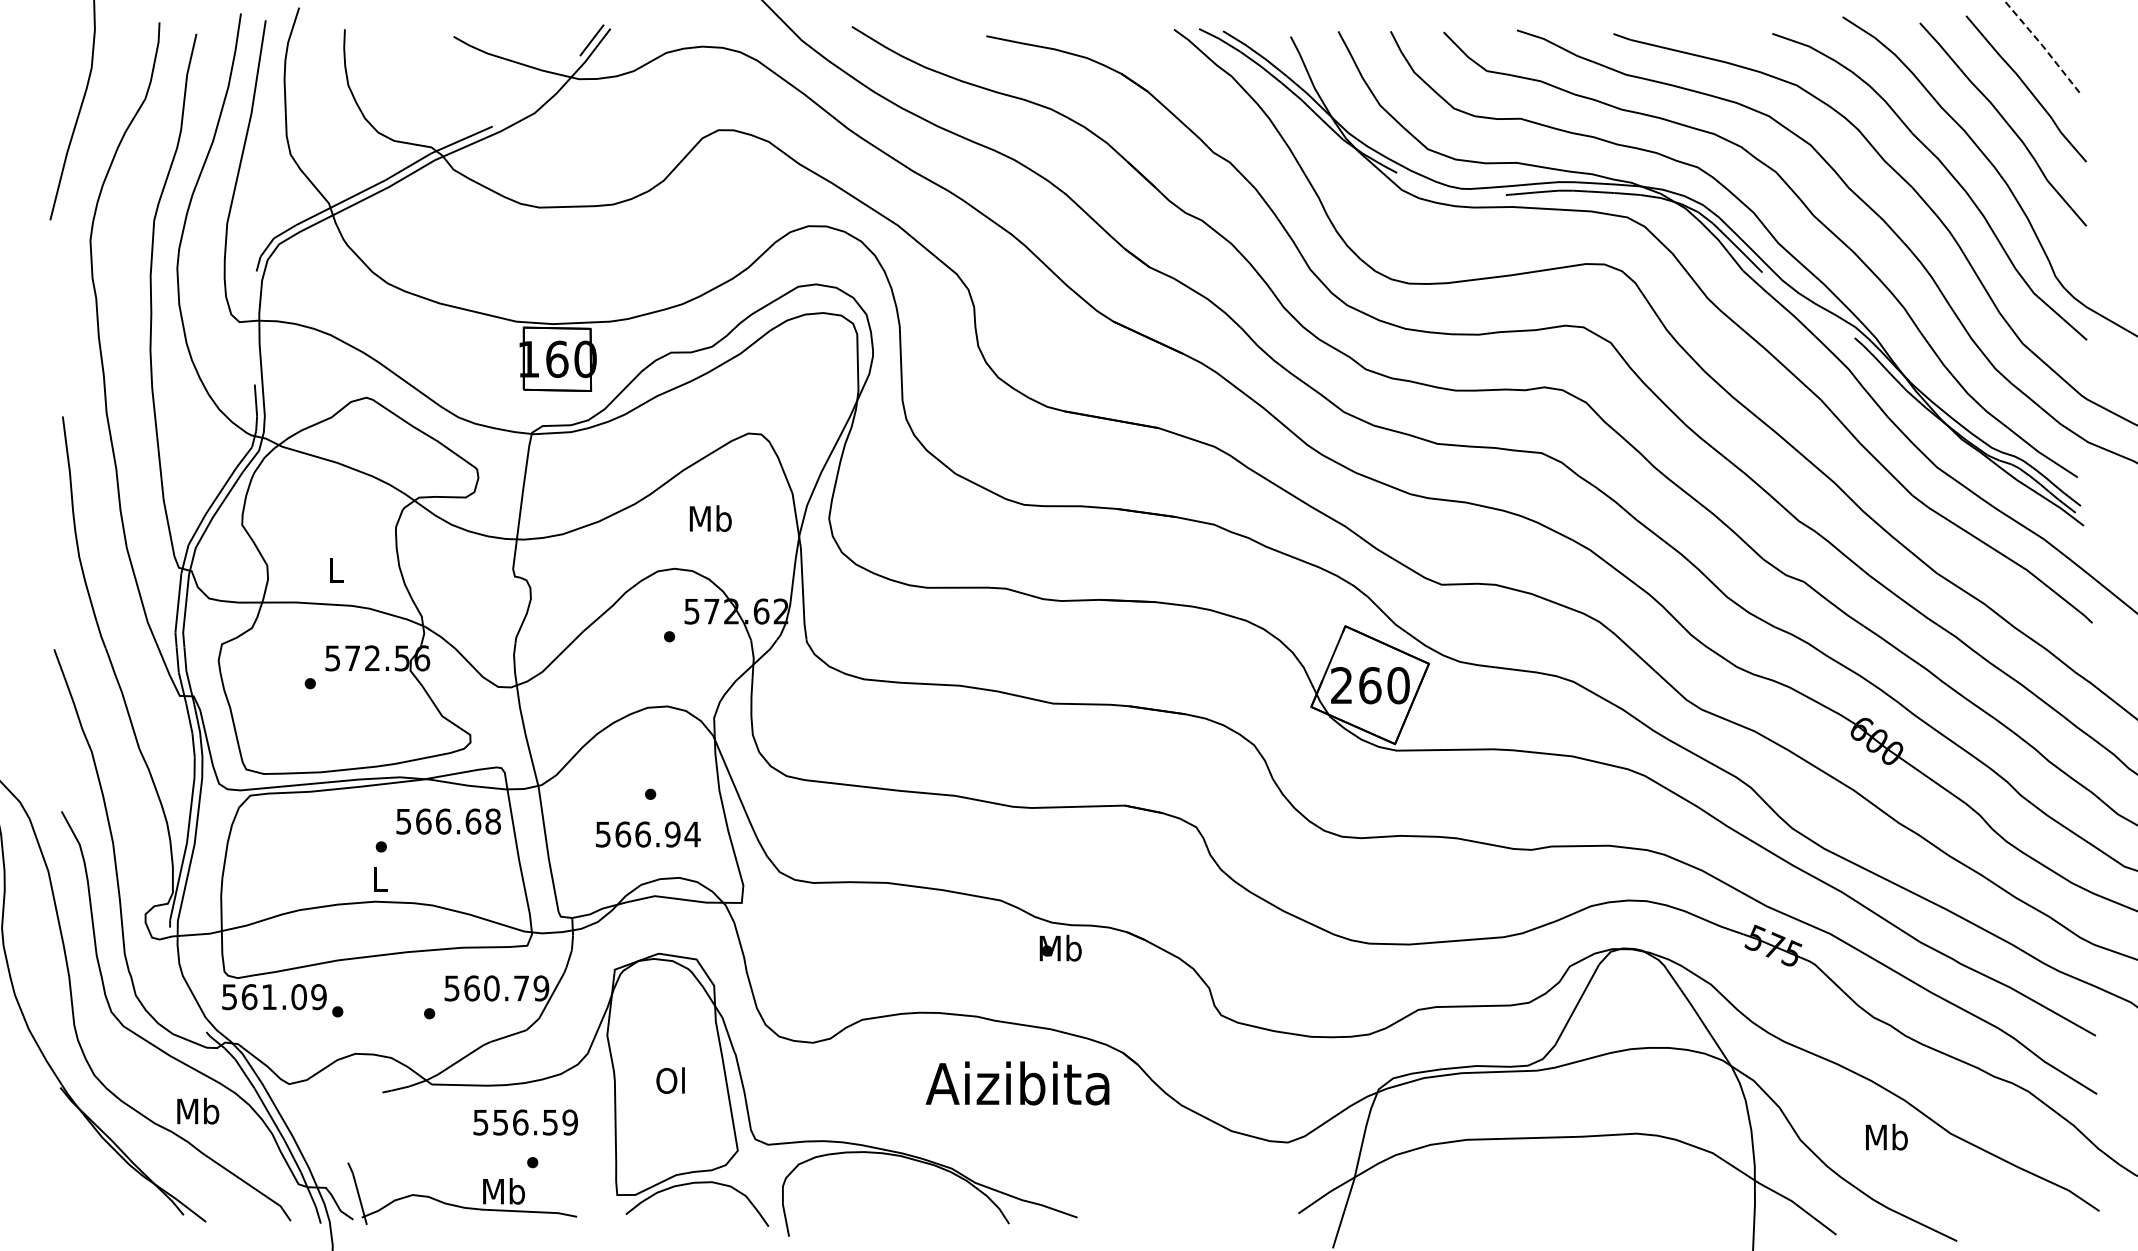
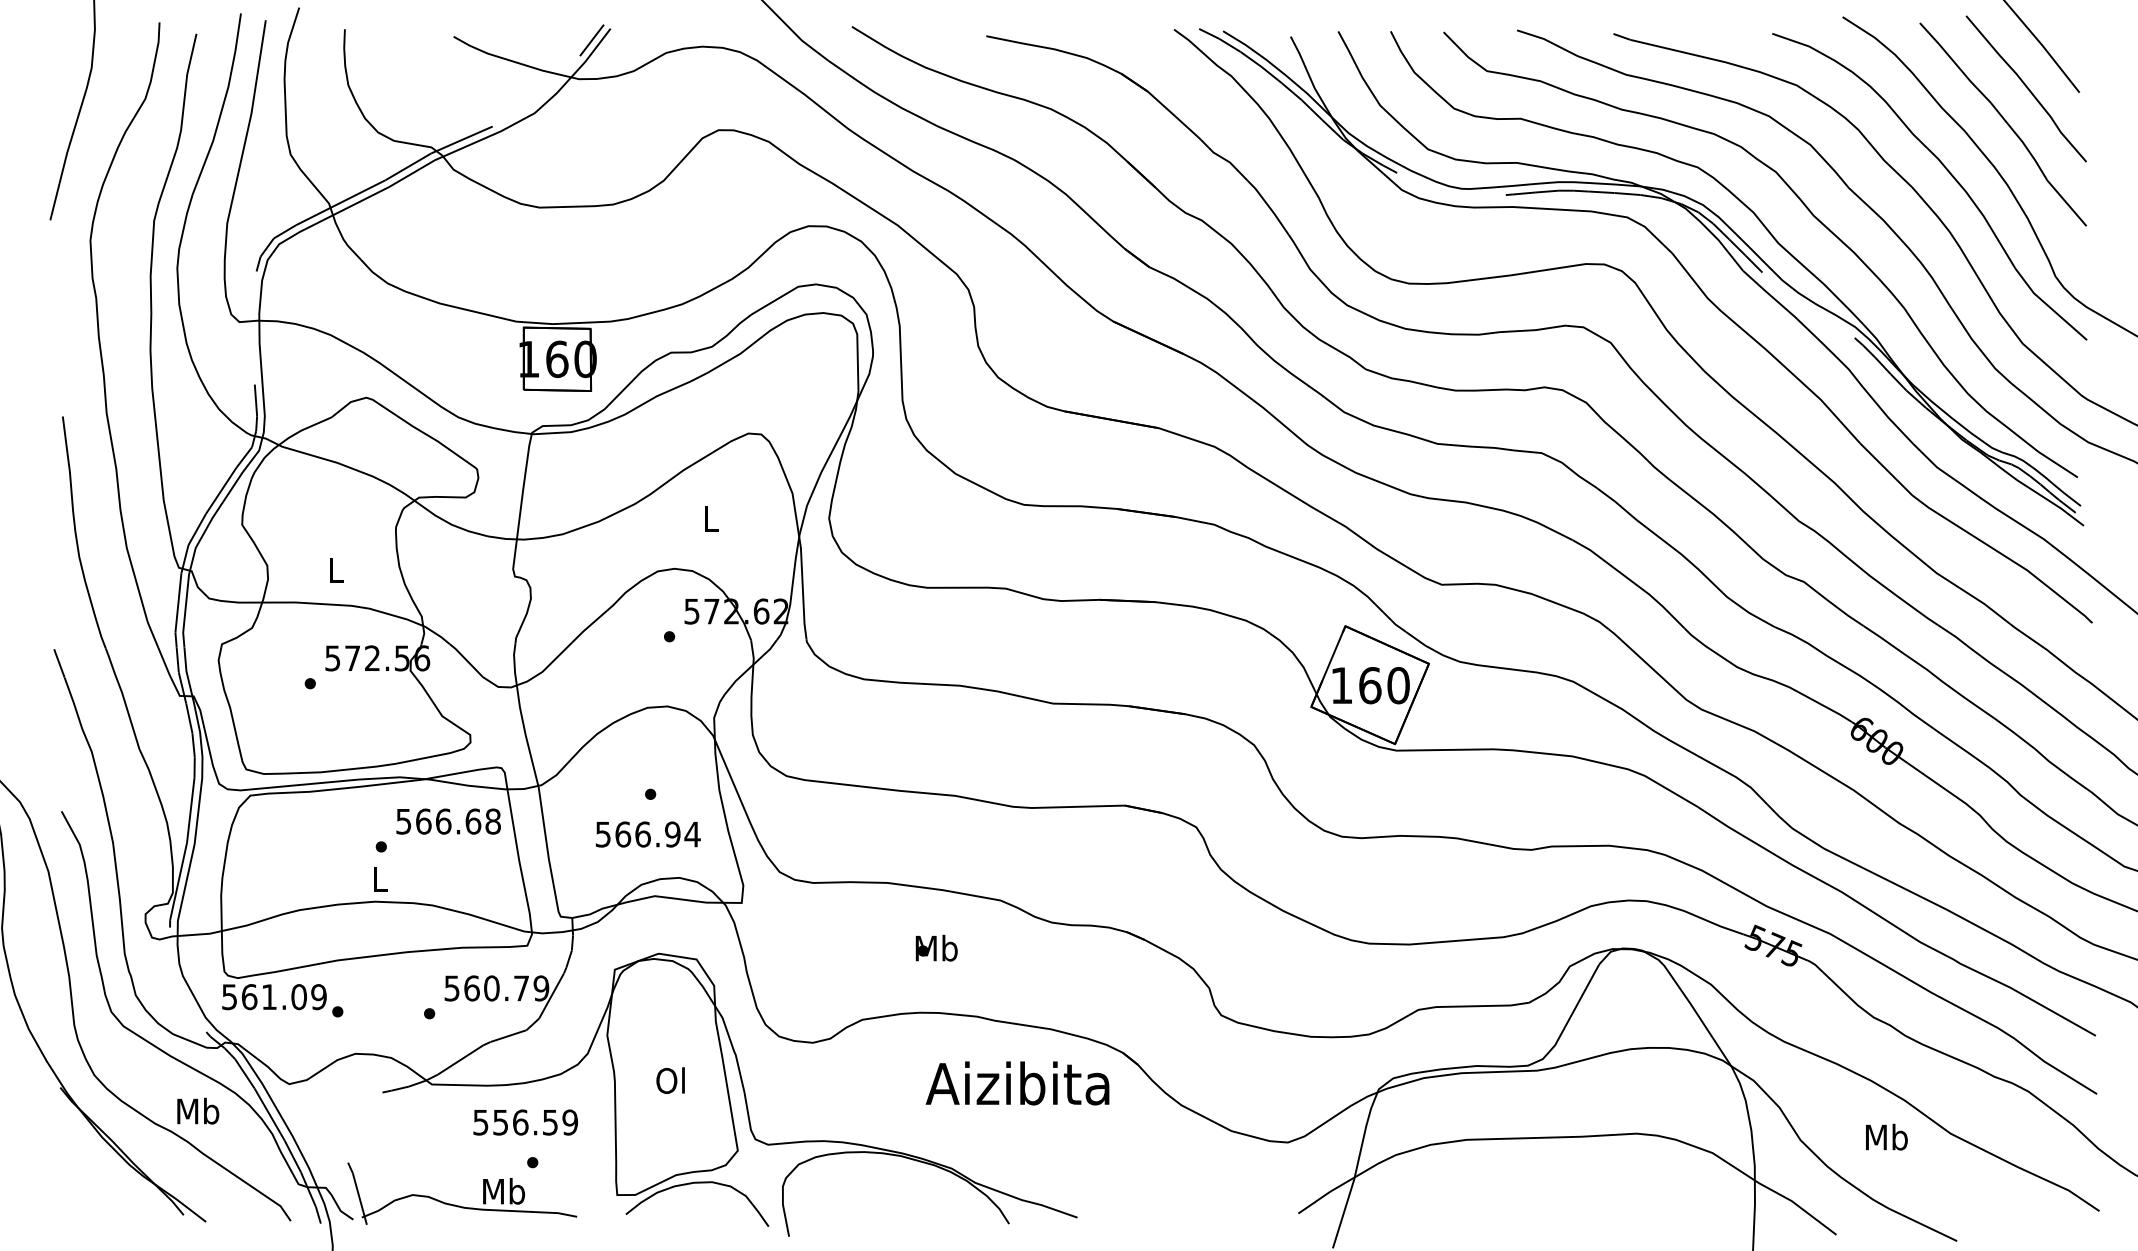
line at (2042, 45): dashed -> solid
text at (710, 518): Mb -> L
text at (1341, 685): 260 -> 160
text at (1060, 947) position: (1060, 947) -> (936, 947)
